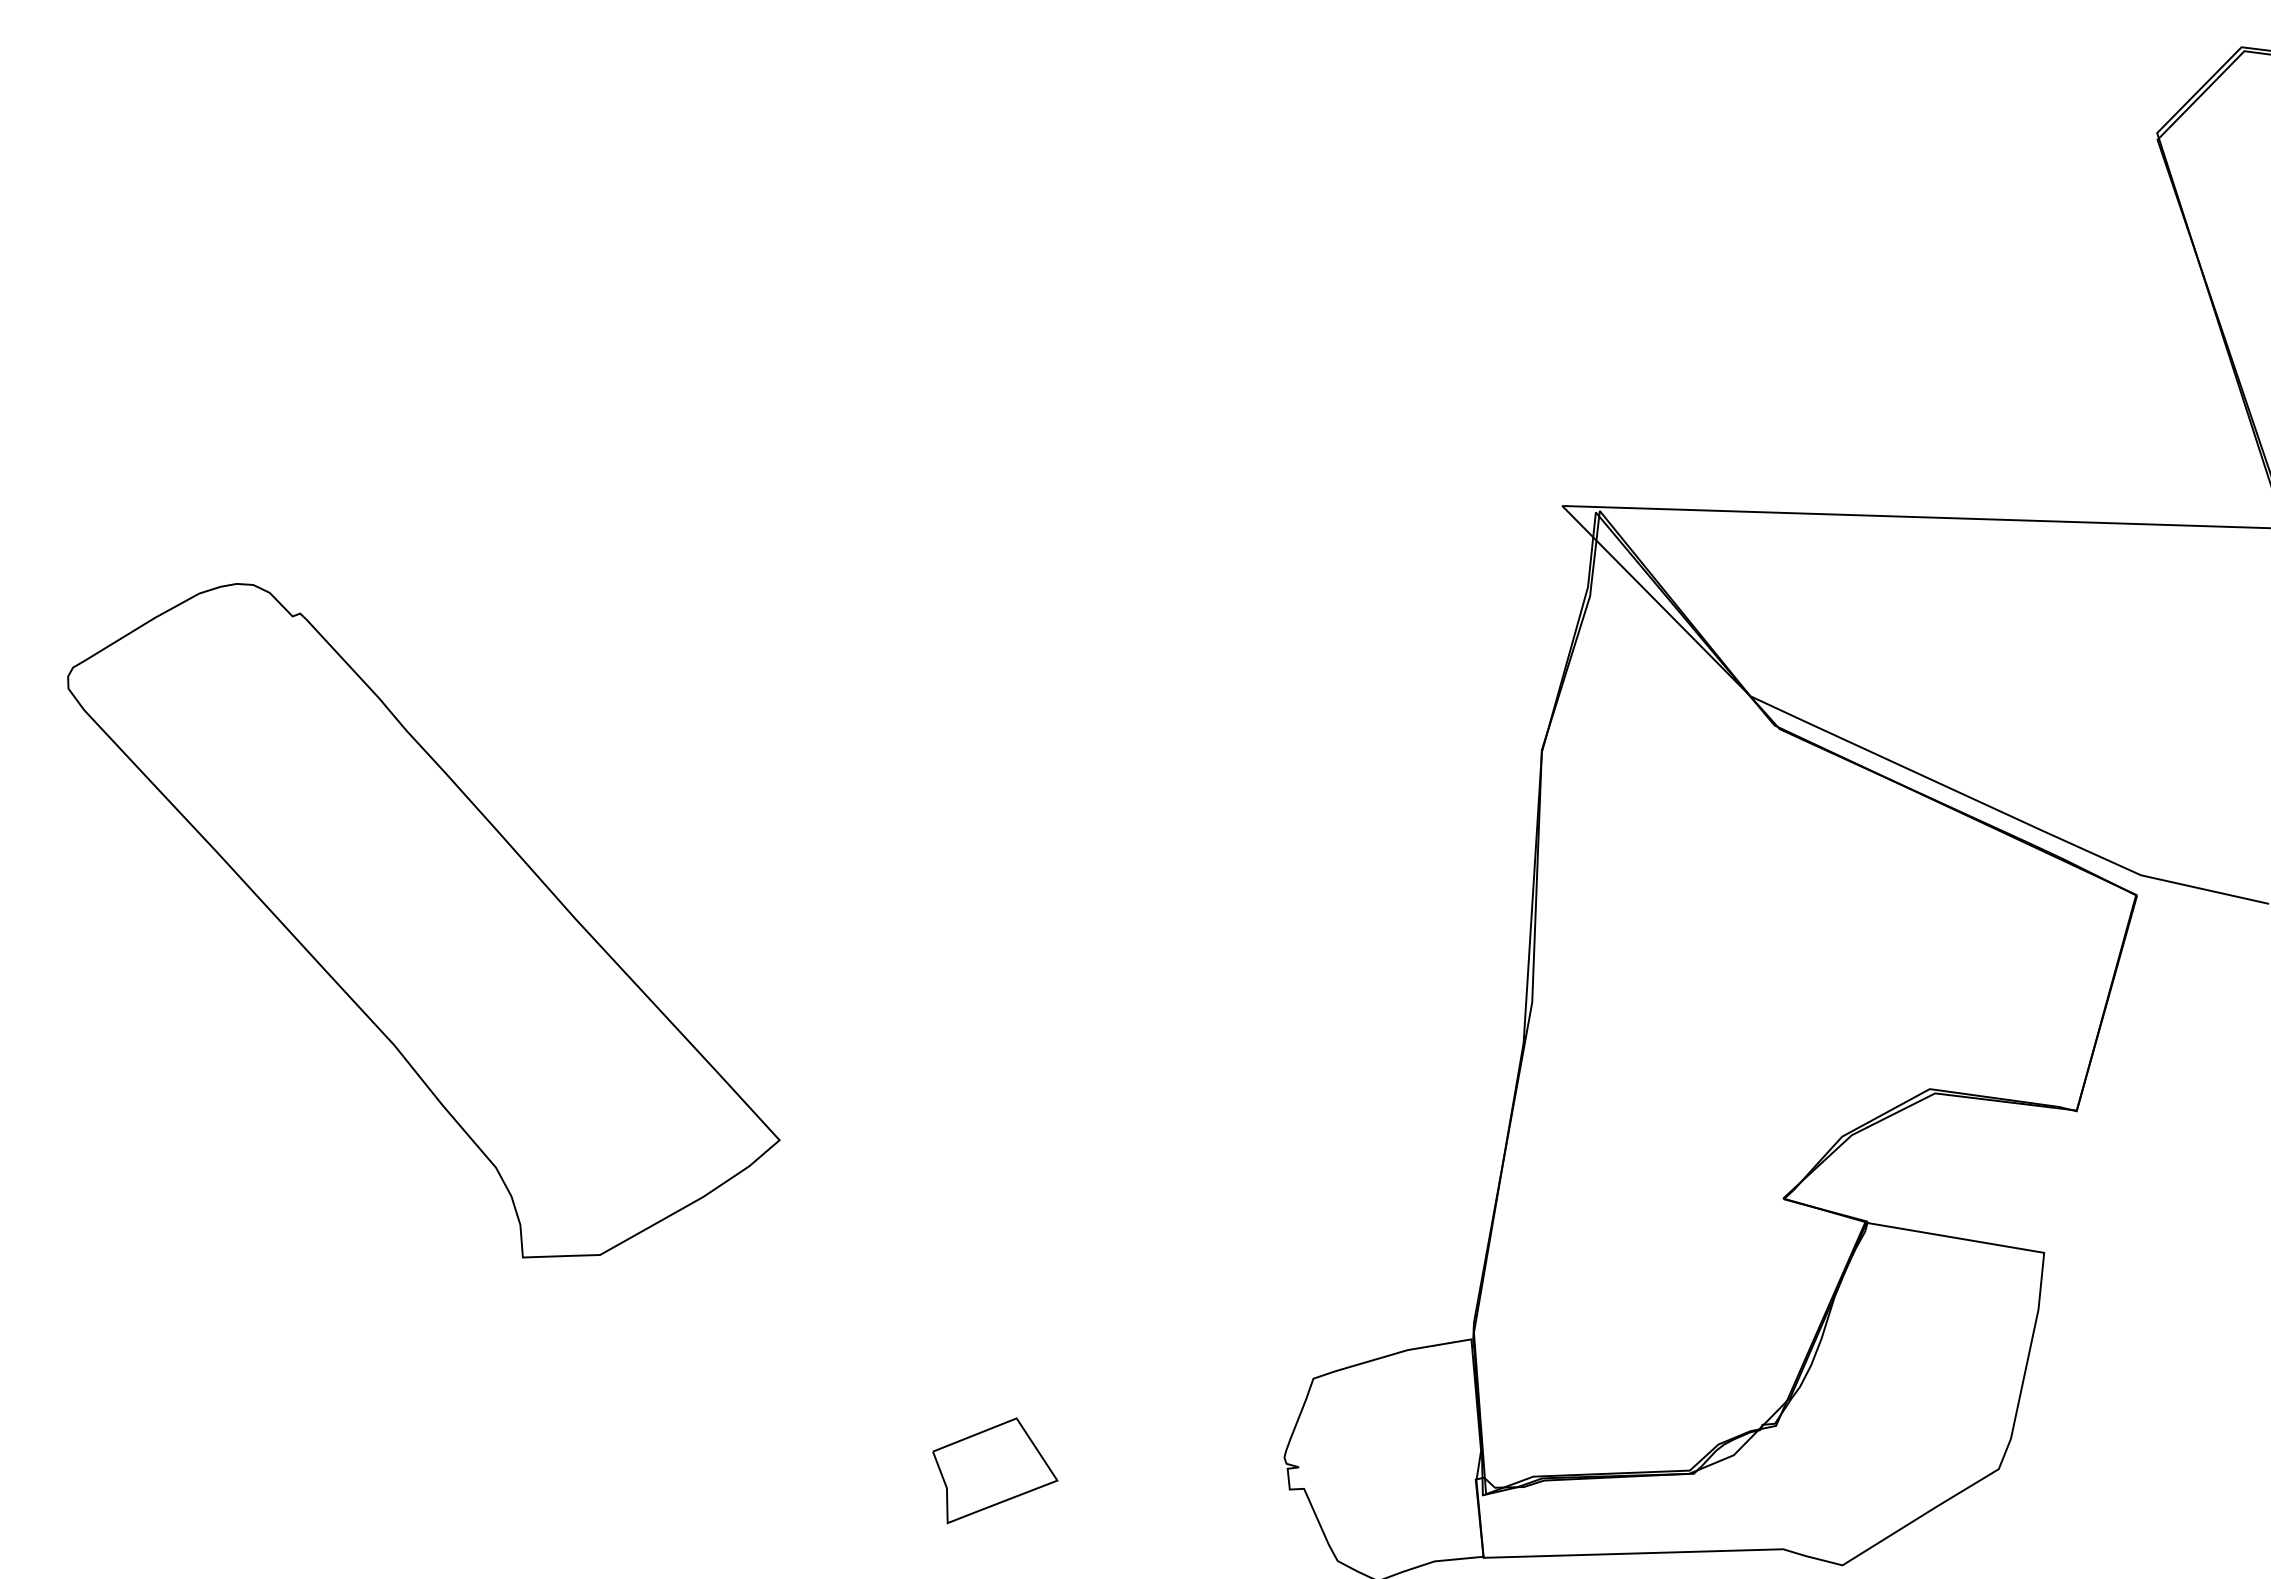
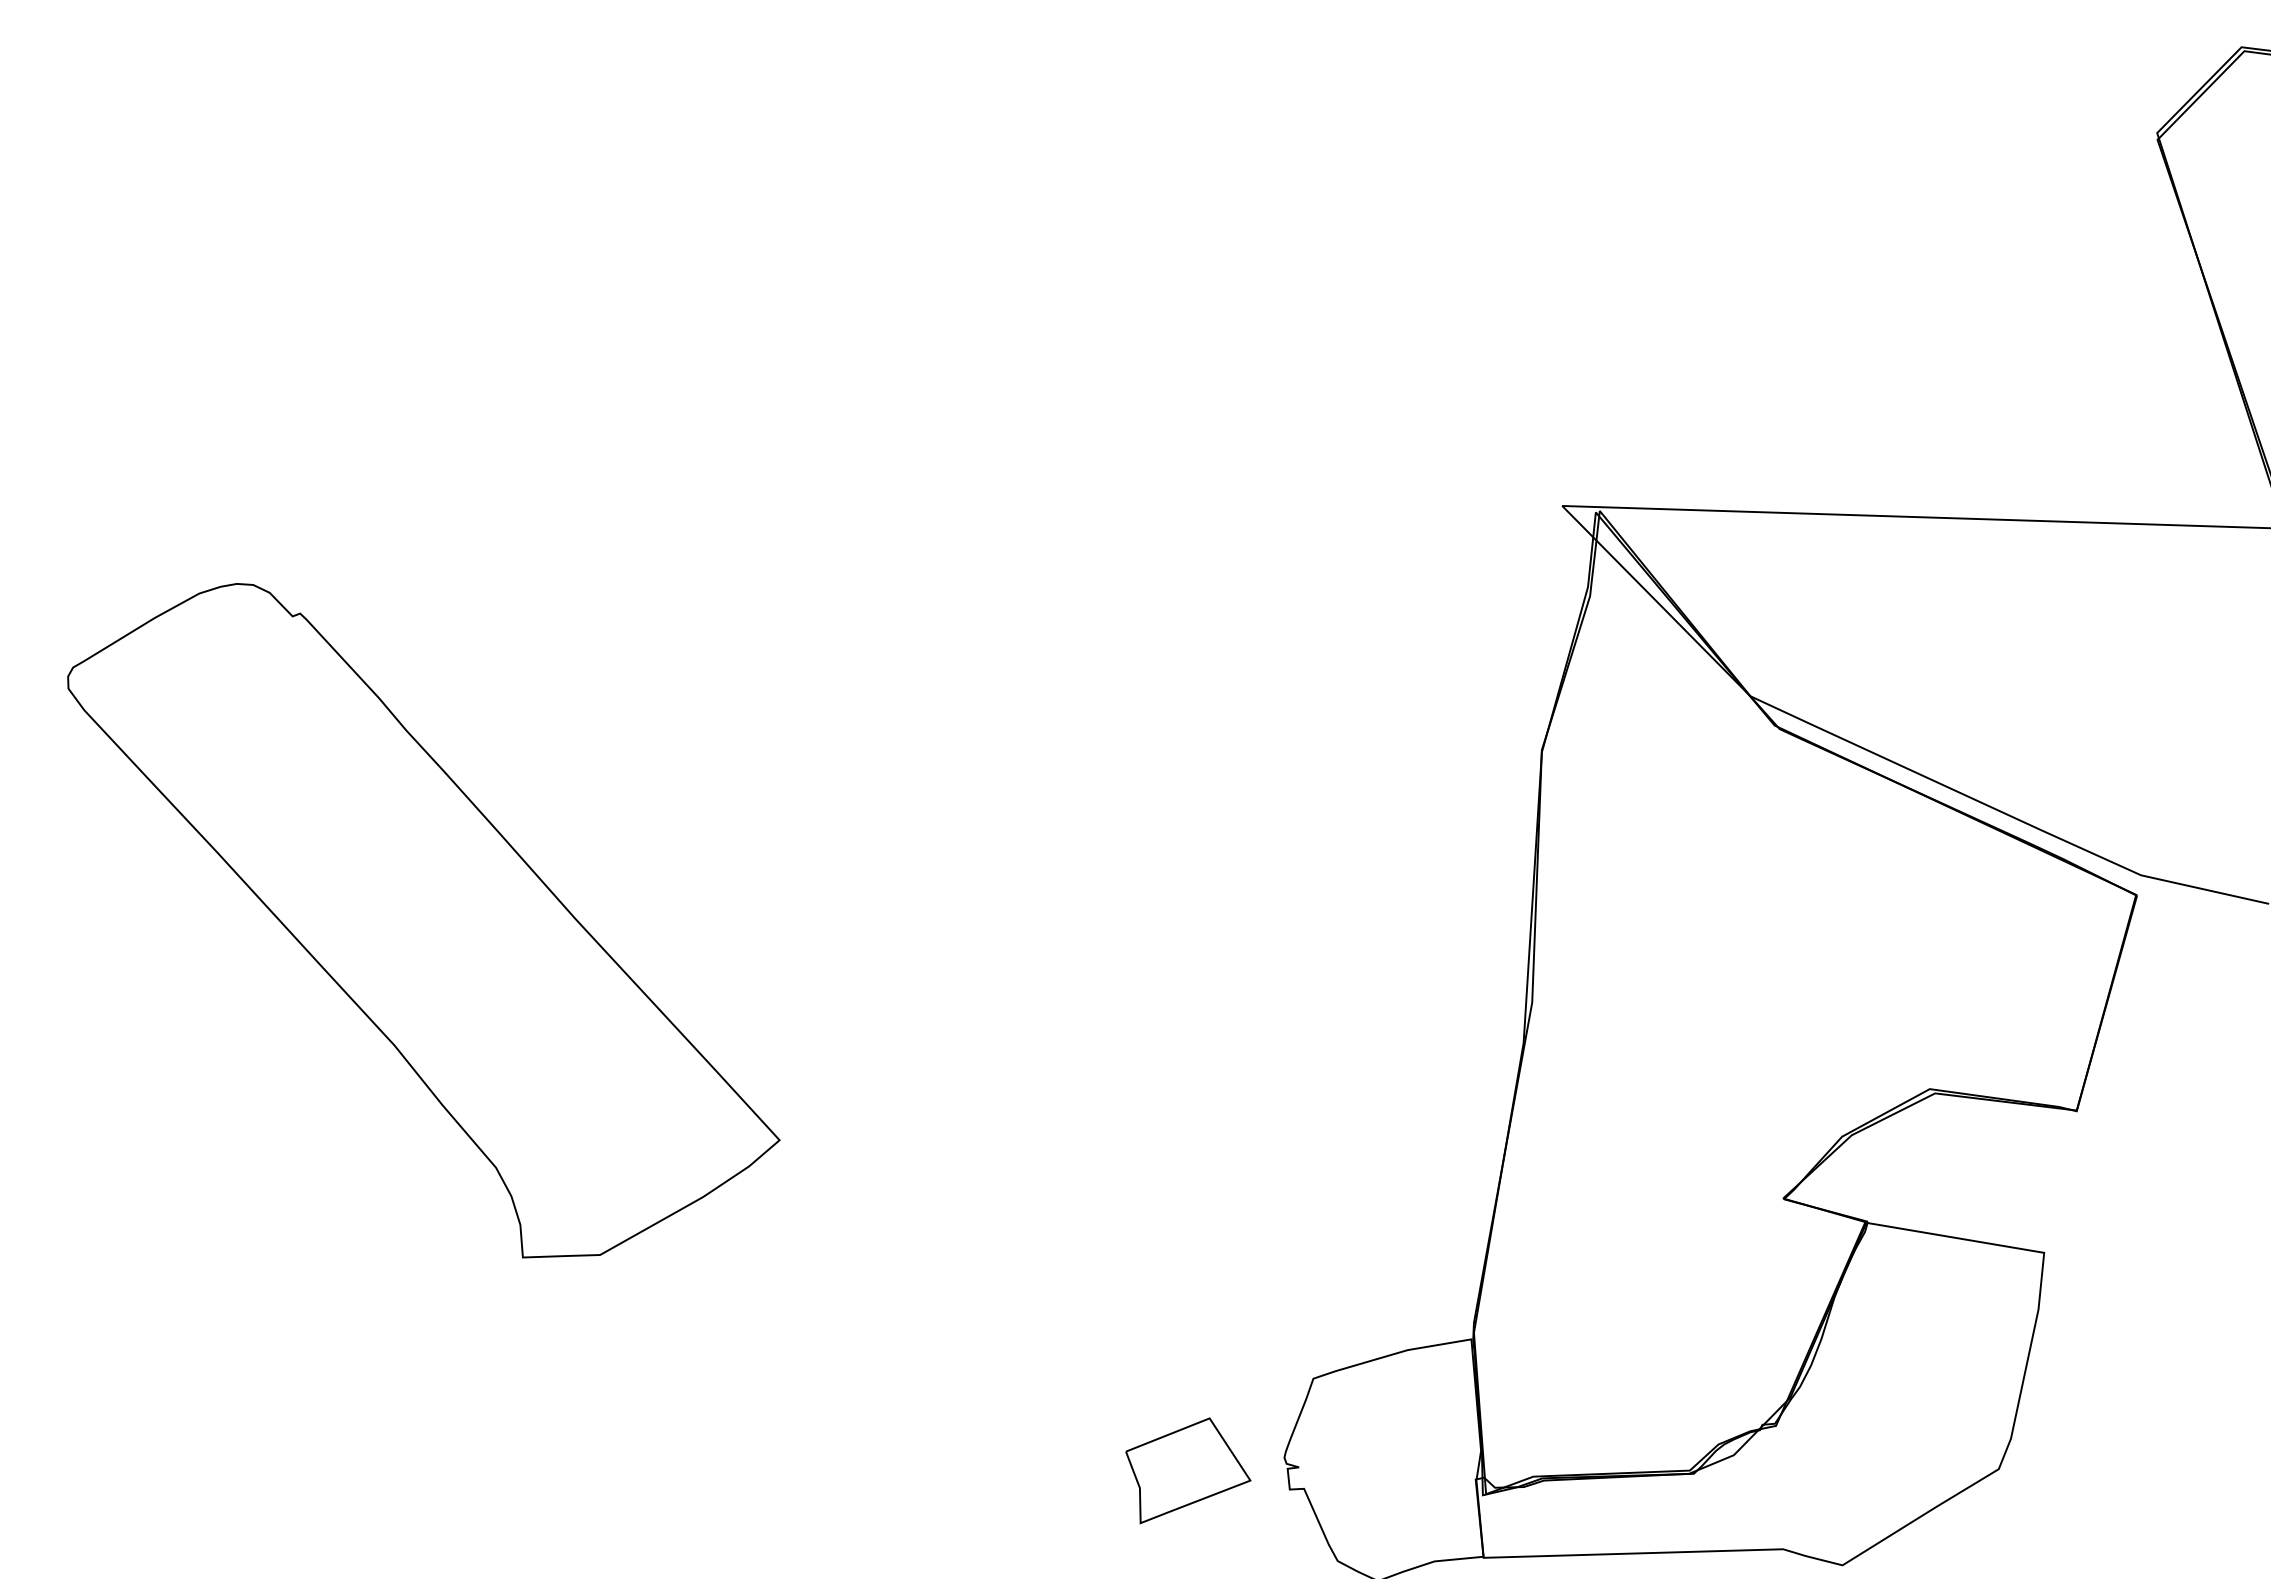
part at (995, 1470) position: (995, 1470) -> (1188, 1470)
